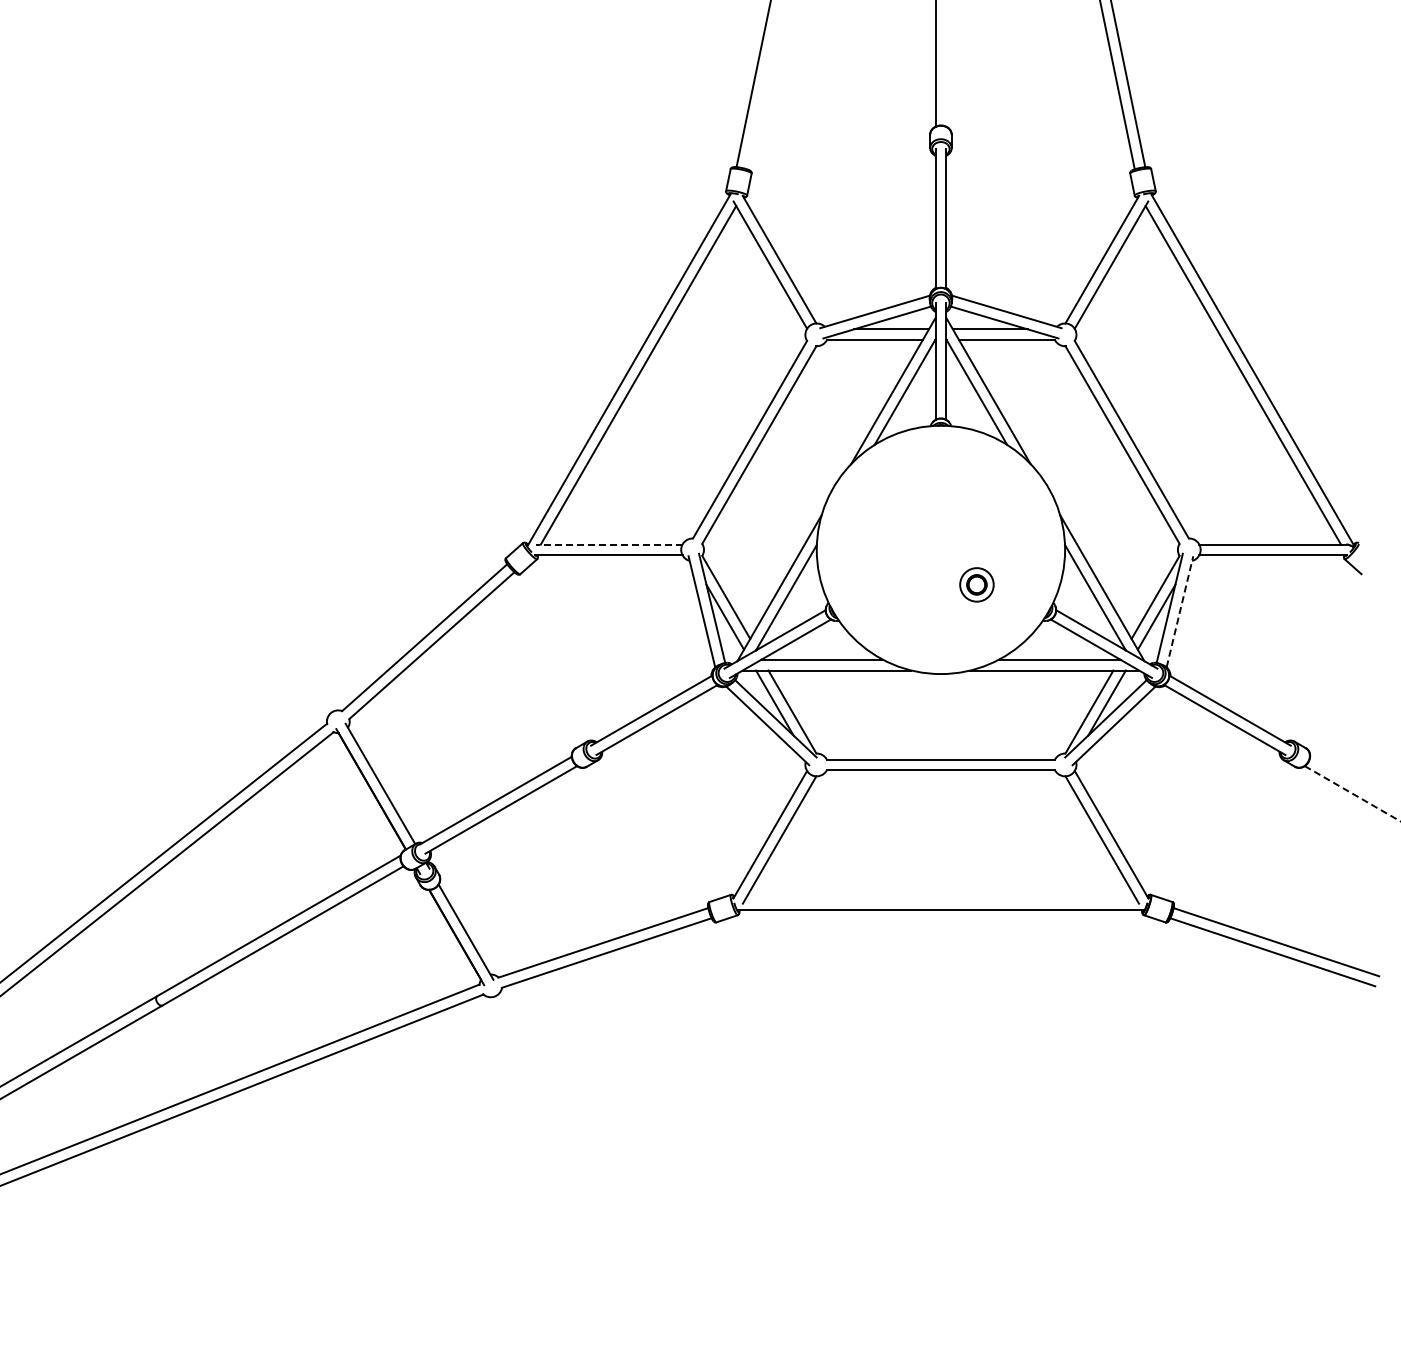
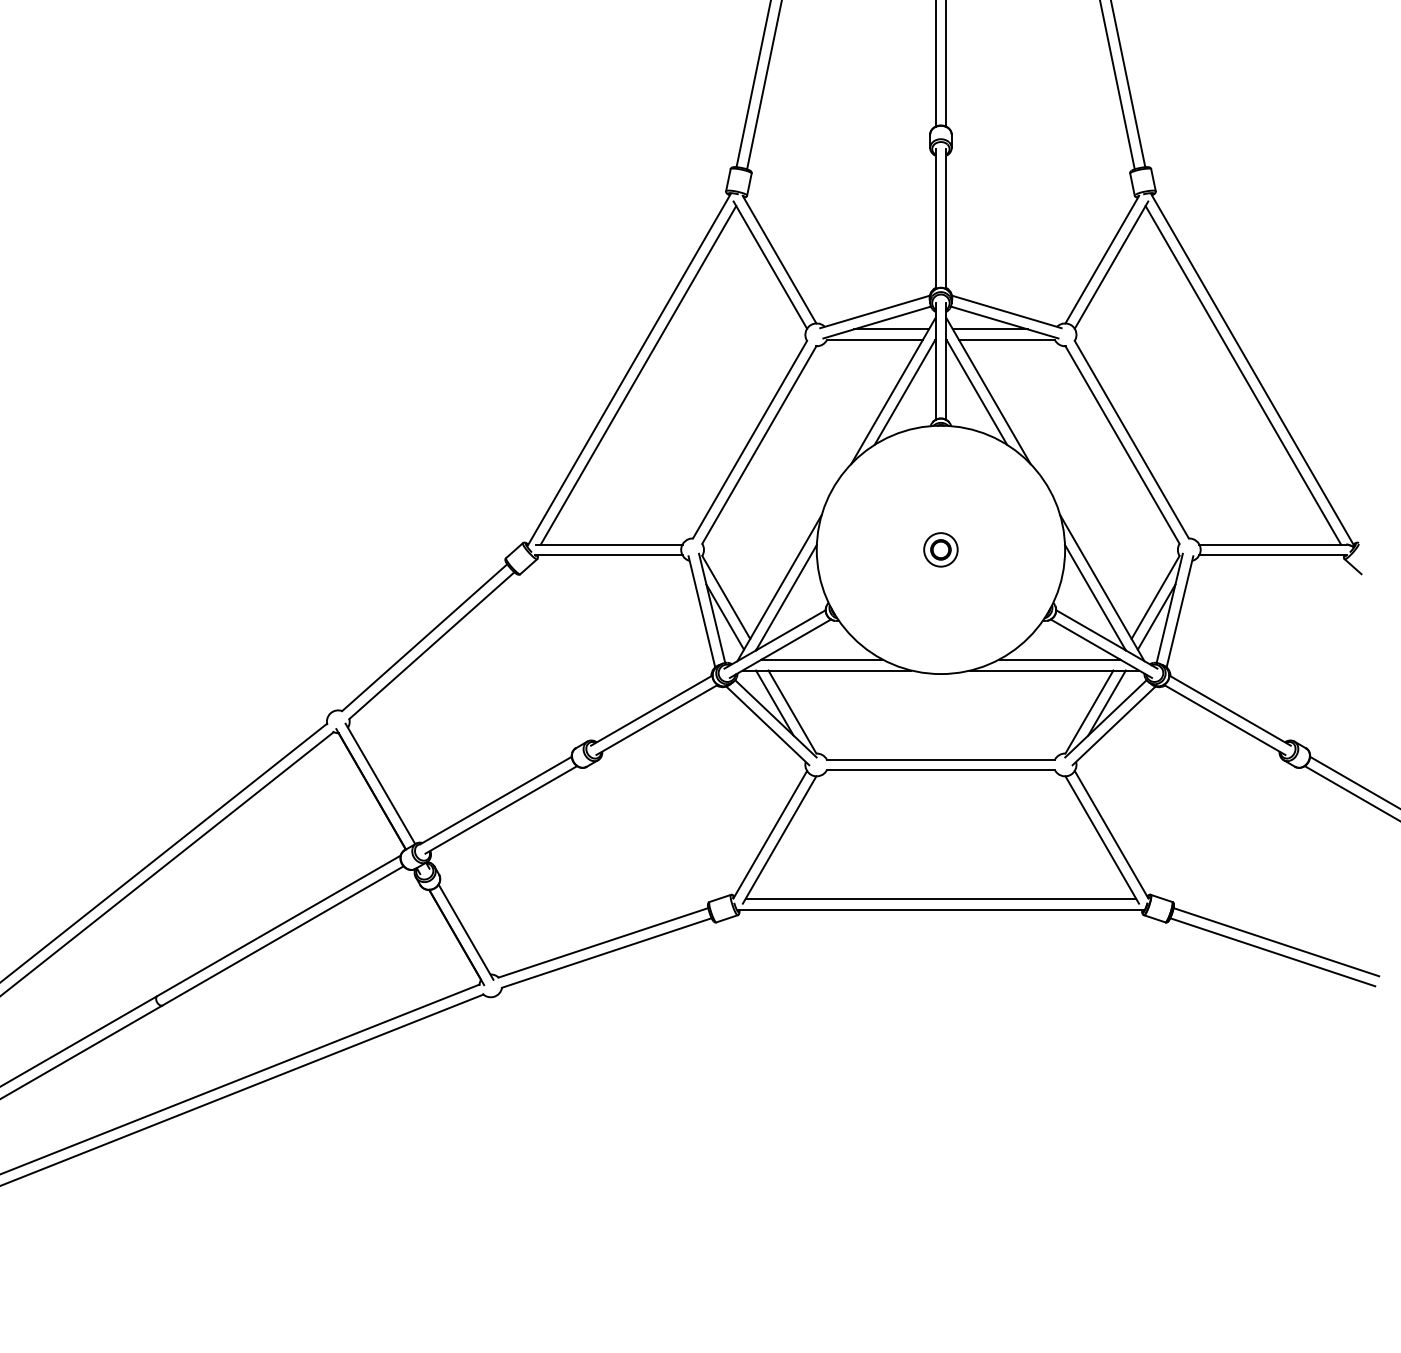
line at (946, 64): none -> present
line at (764, 85): none -> present
line at (608, 544): dashed -> solid
part at (976, 584) position: (976, 584) -> (940, 549)
line at (1180, 611): dashed -> solid
line at (1353, 781): none -> present
line at (1352, 793): dashed -> solid
line at (940, 899): none -> present
